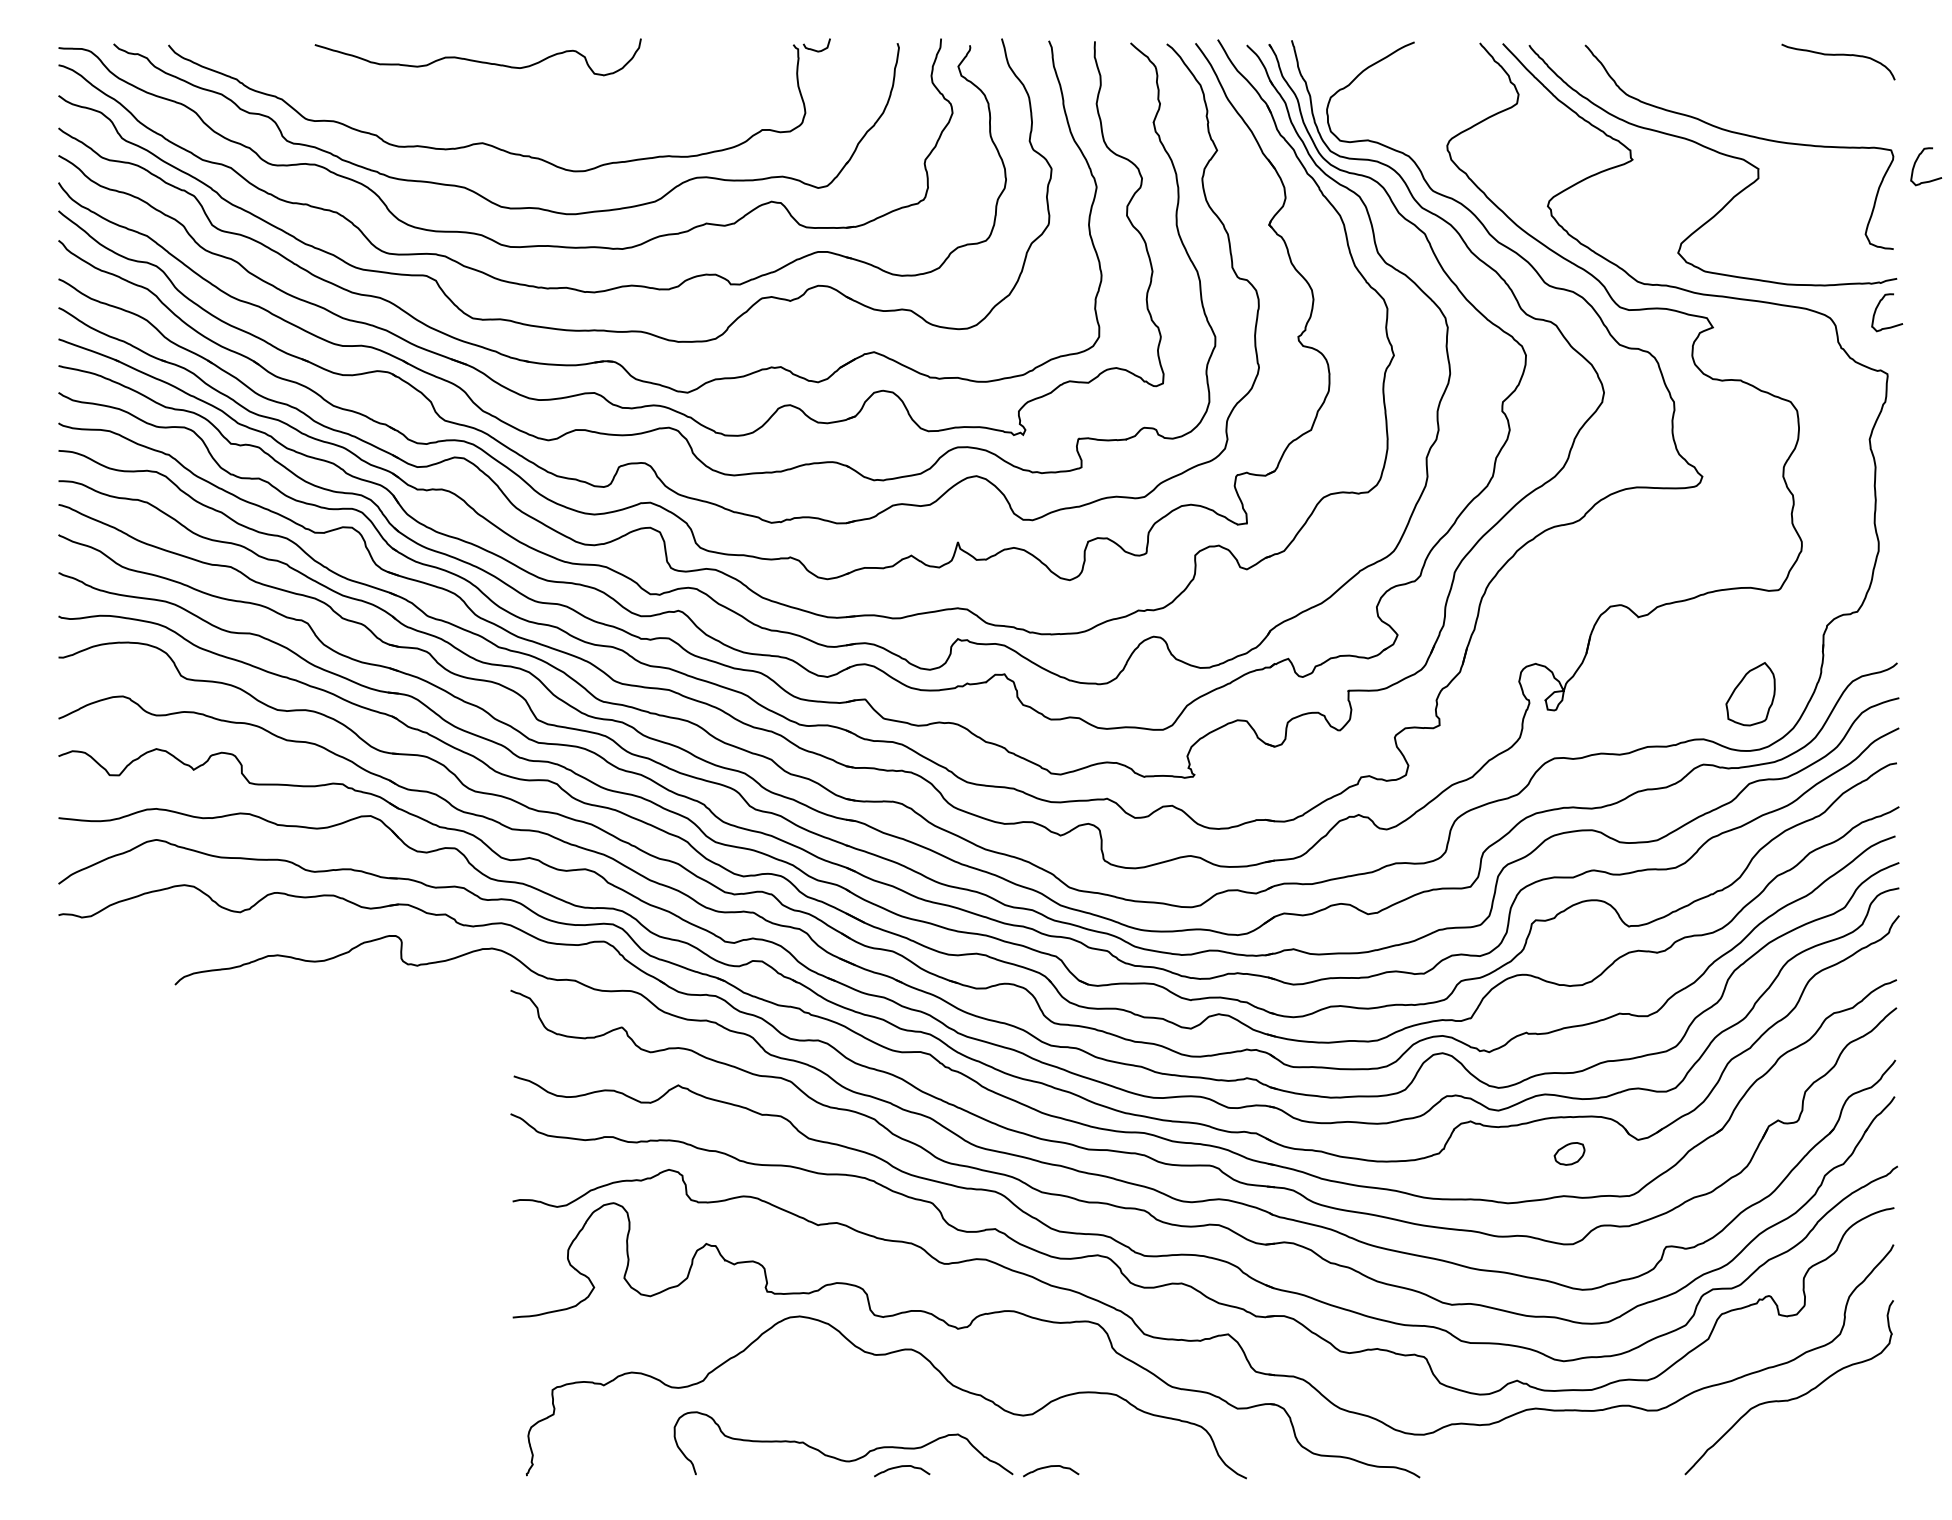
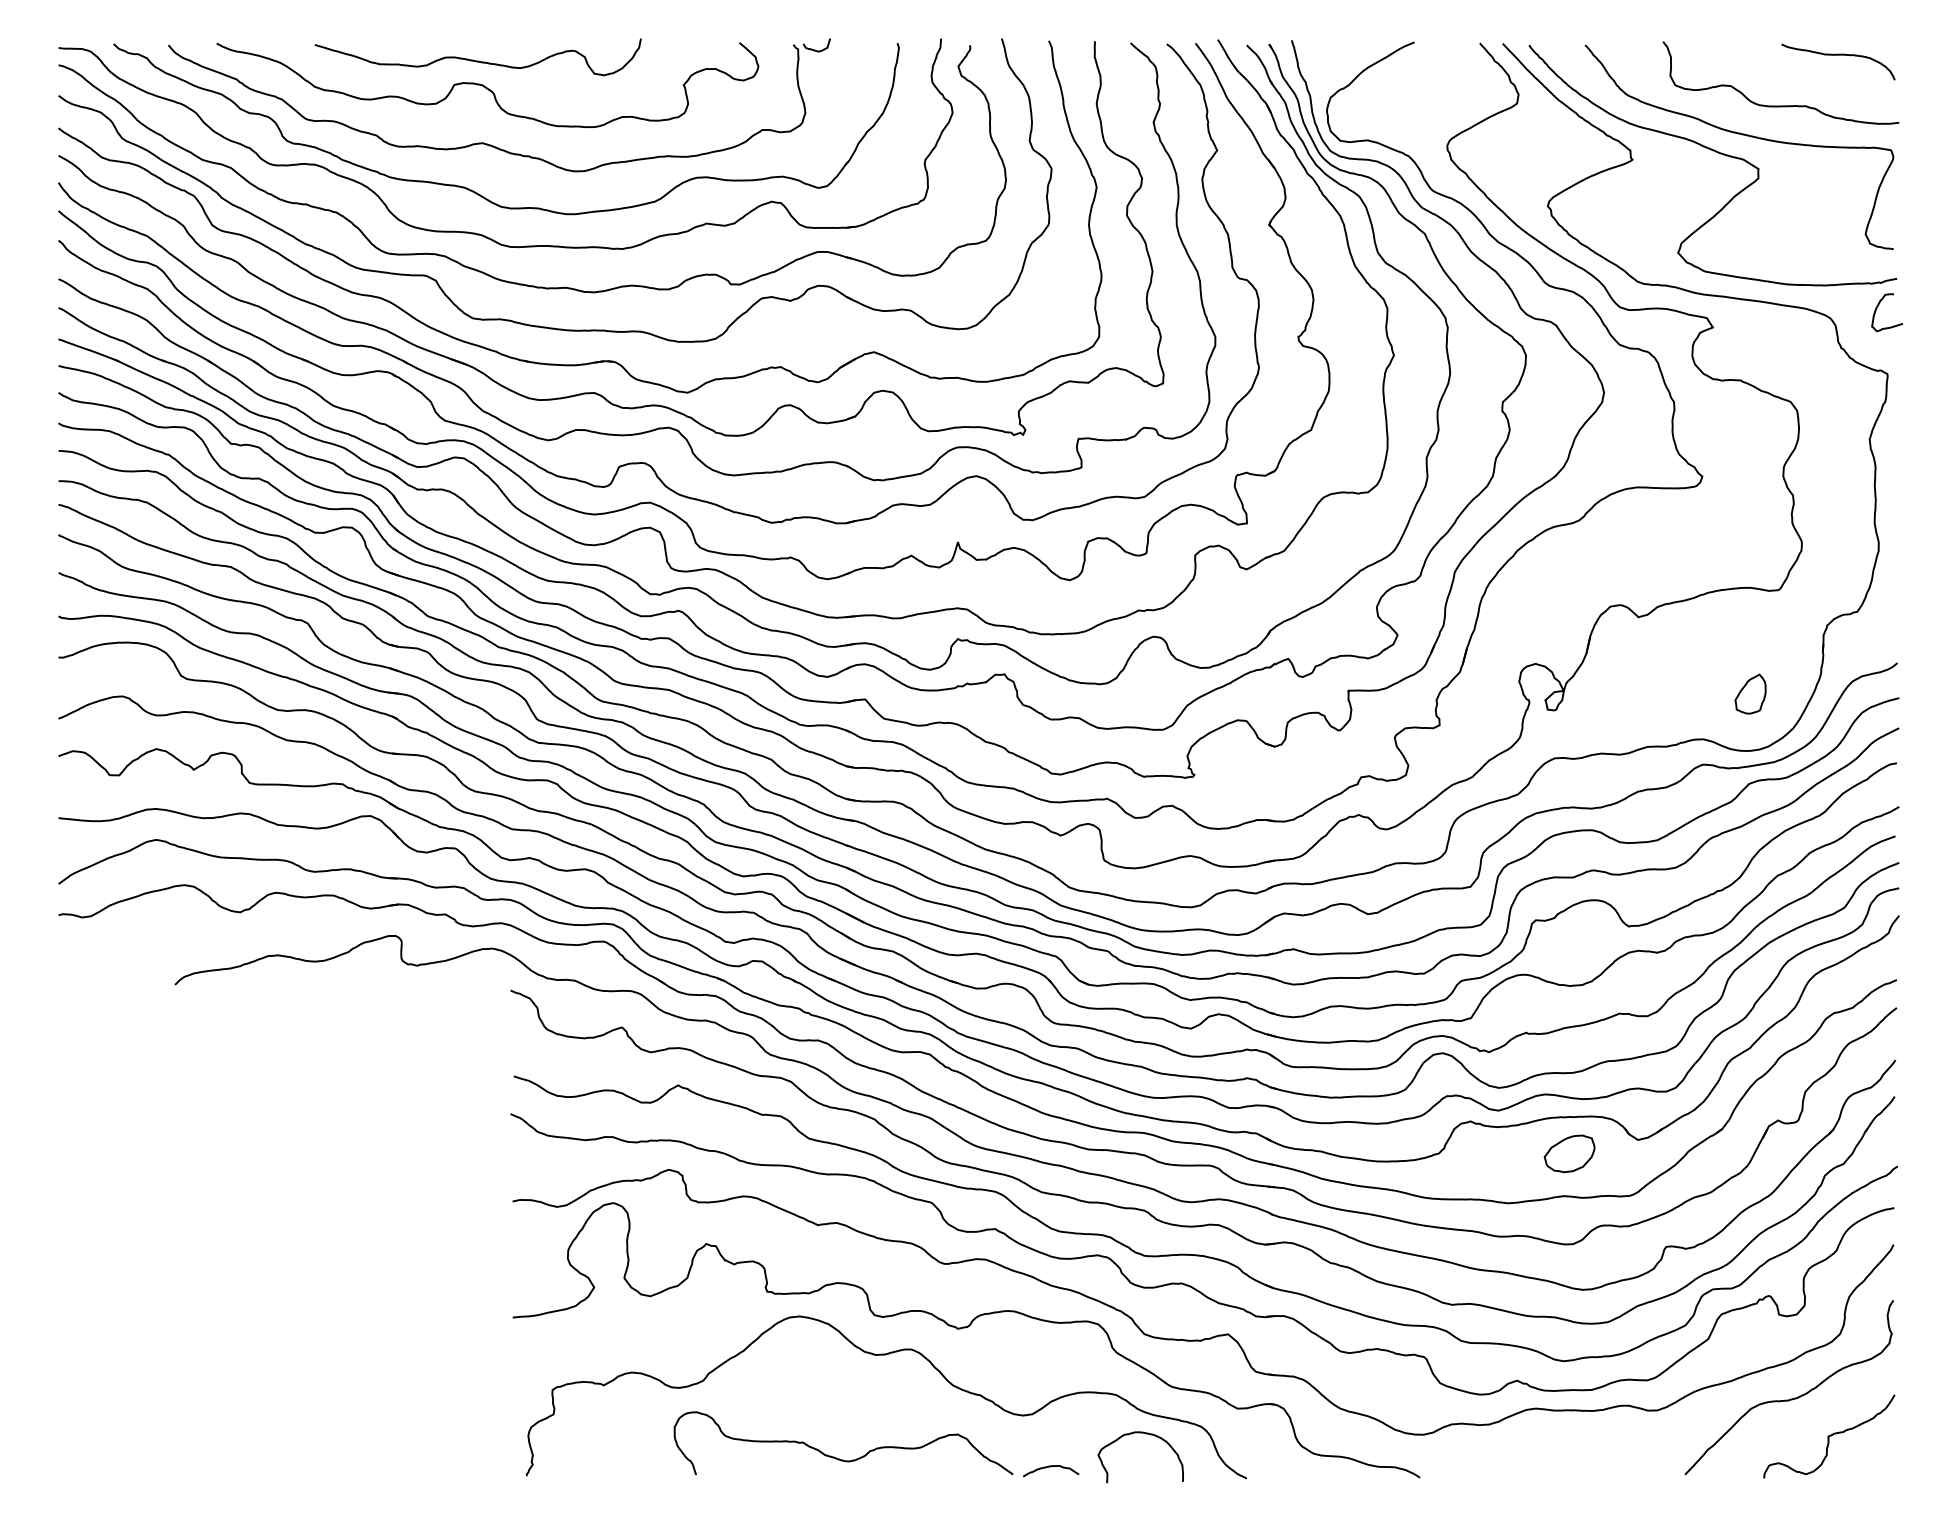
curve at (486, 86): none -> present
curve at (1780, 105): none -> present
curve at (1916, 162): present -> none
part at (1750, 694) size: 51x65 px -> 33x42 px
part at (1569, 1153) size: 33x24 px -> 53x40 px
curve at (1145, 1434): none -> present
curve at (1829, 1436): none -> present
curve at (902, 1467): present -> none
